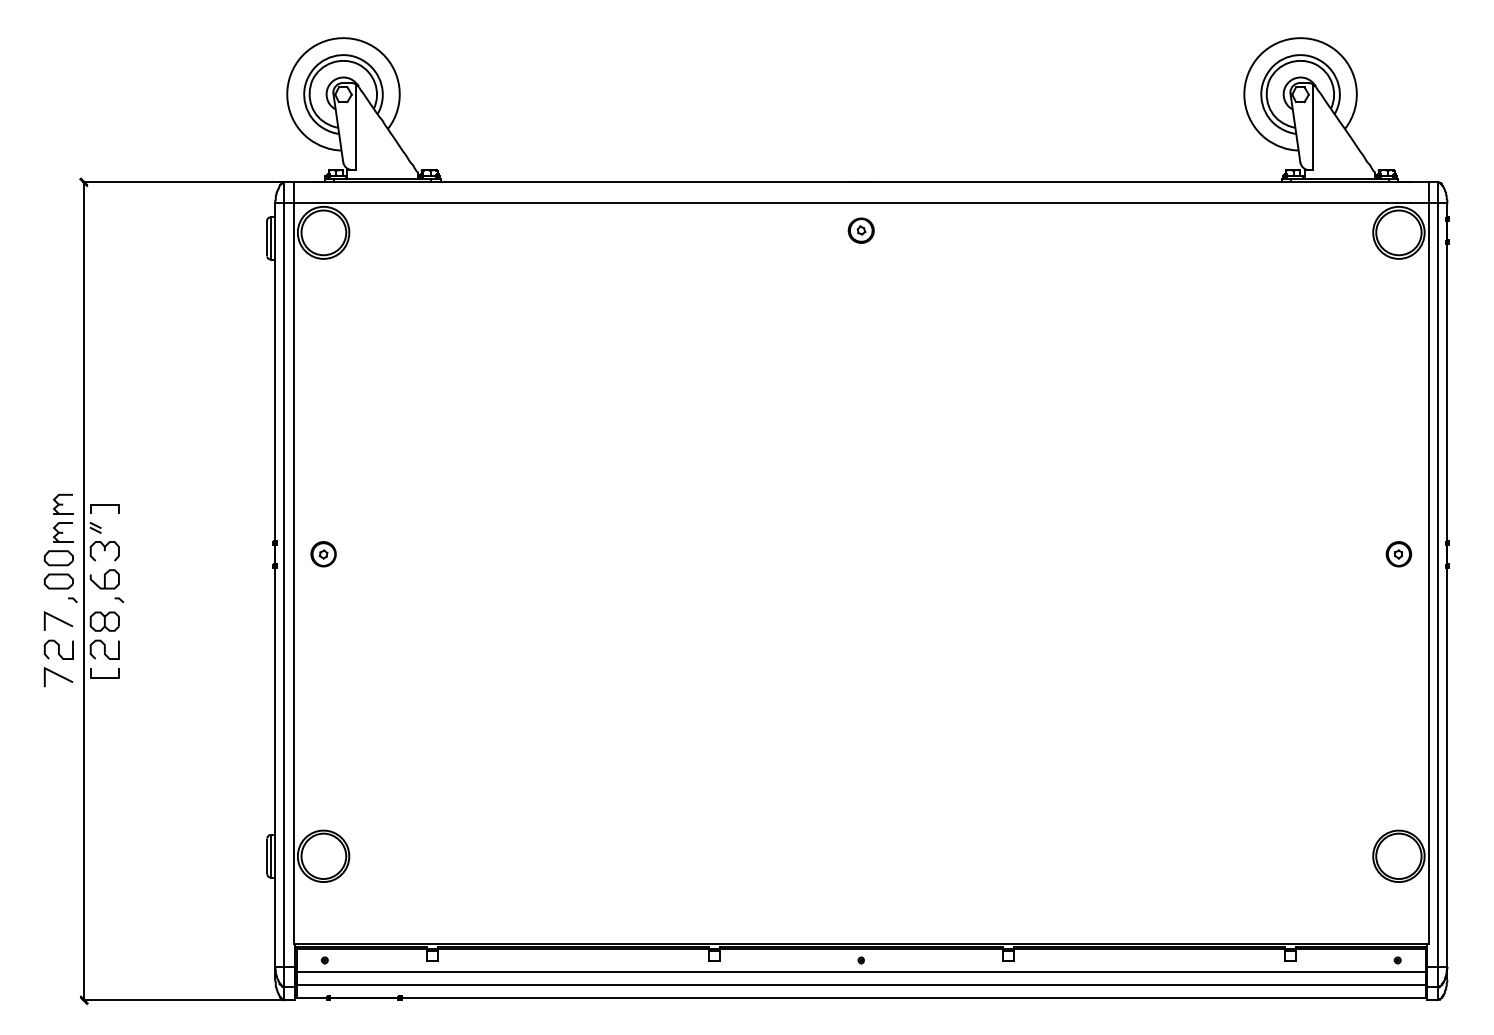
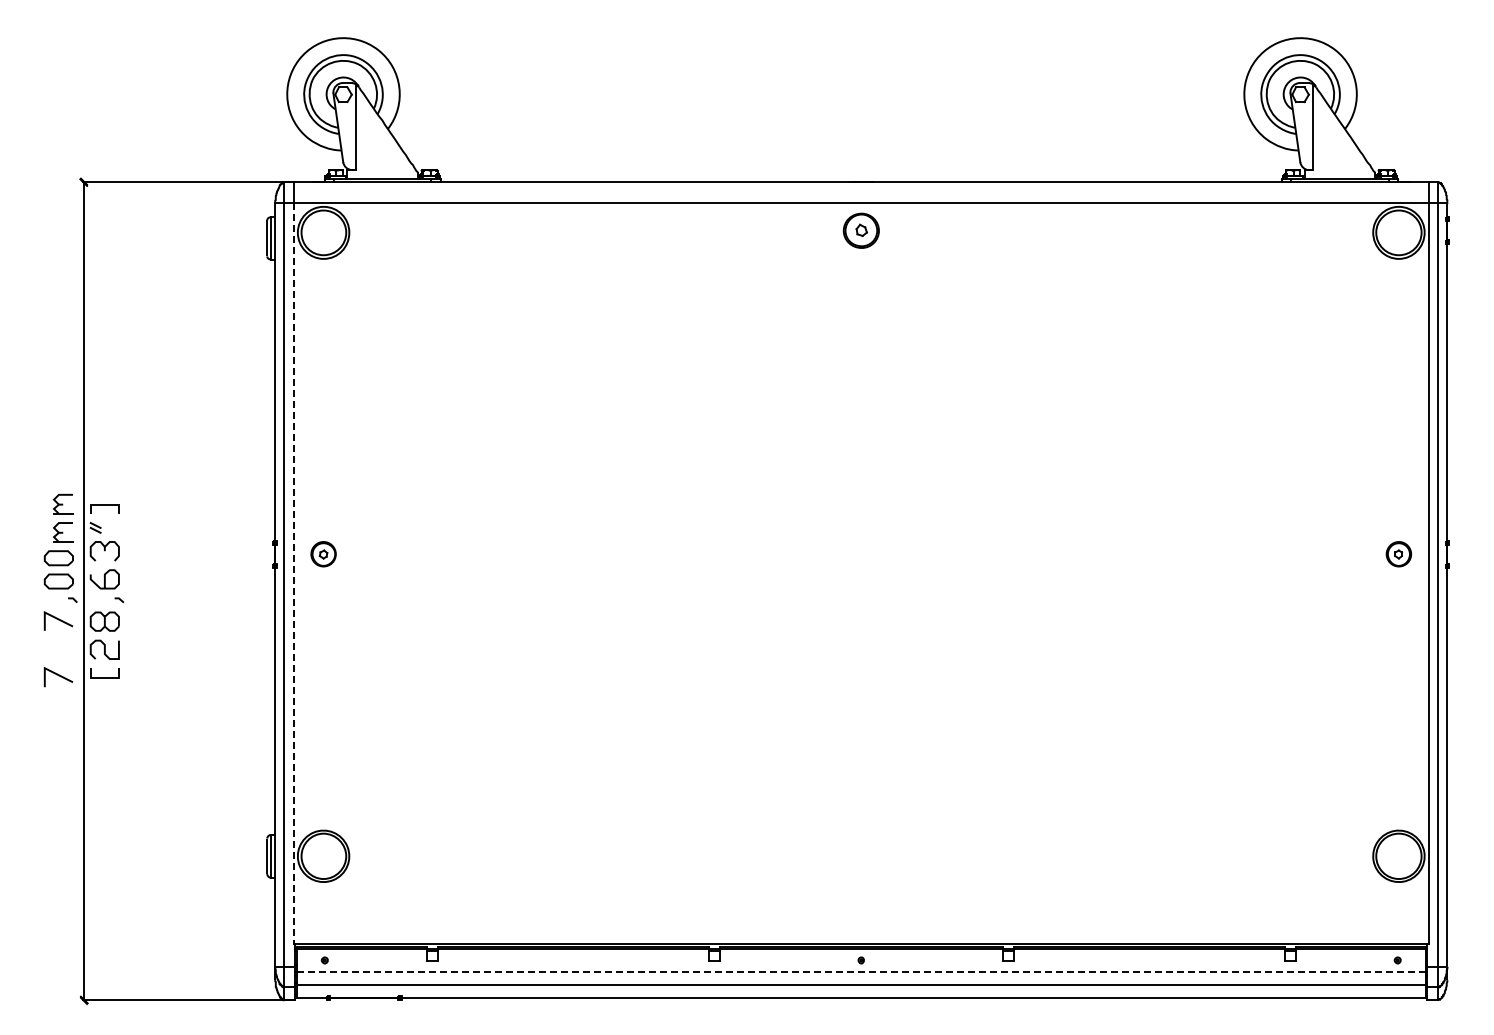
part at (860, 230) size: 28x27 px -> 38x37 px
line at (293, 573): solid -> dashed
curve at (58, 649): present -> none
line at (861, 971): solid -> dashed
